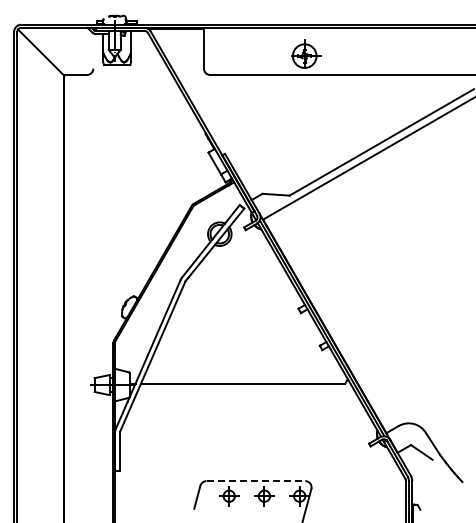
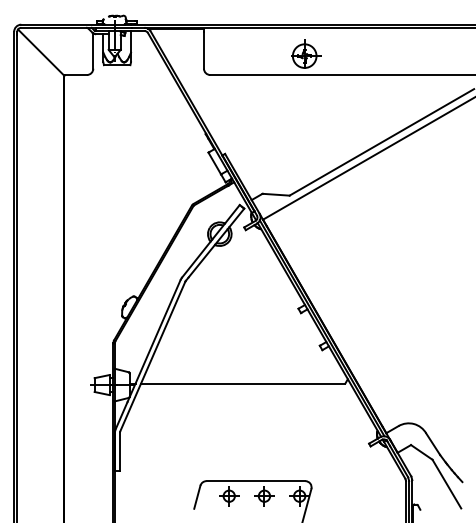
line at (93, 50): none -> present
line at (256, 481): dashed -> solid
line at (446, 483): none -> present
